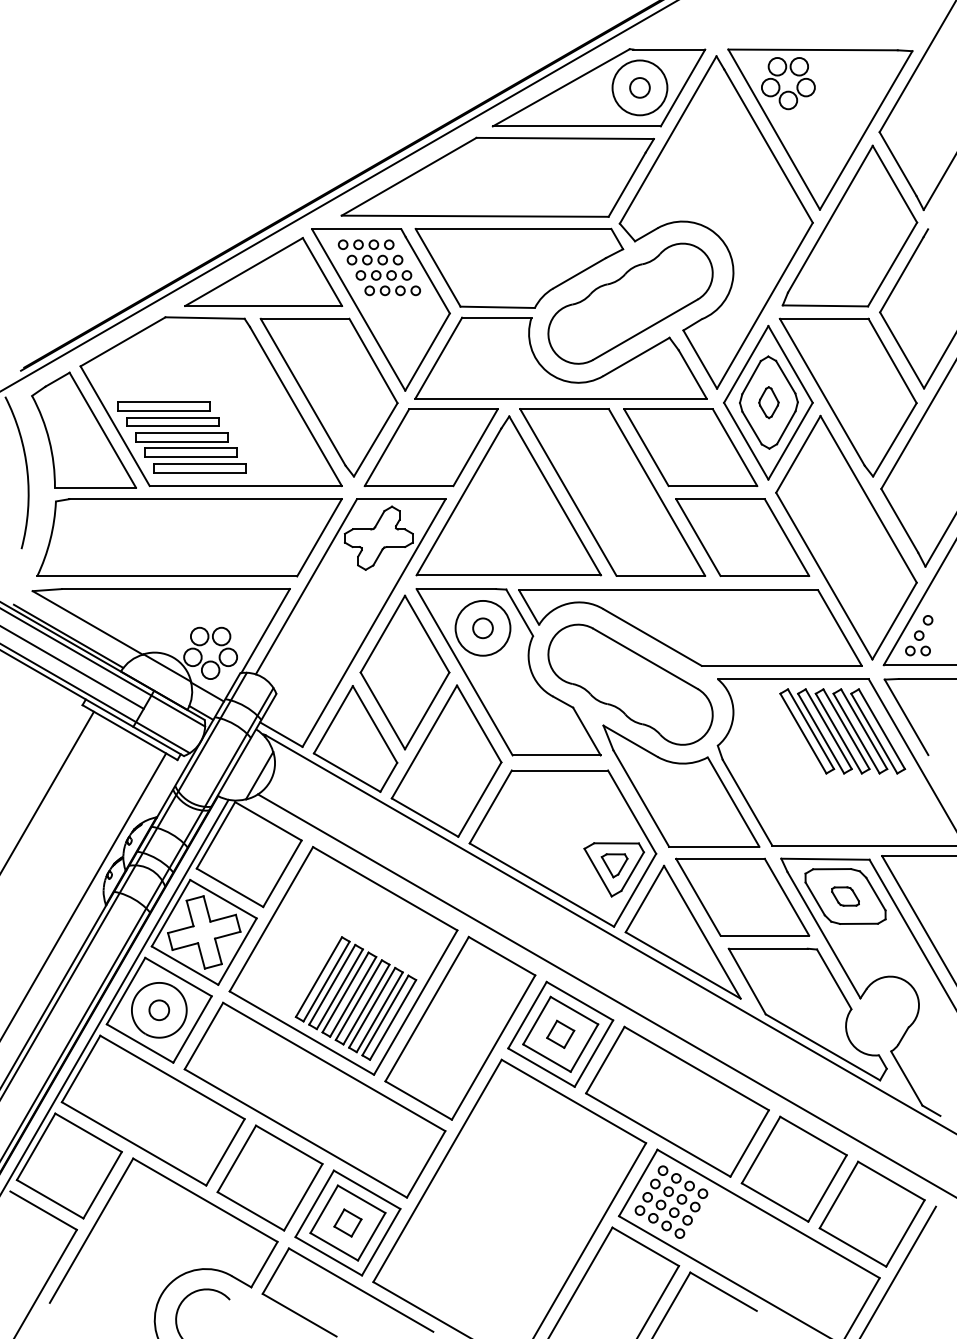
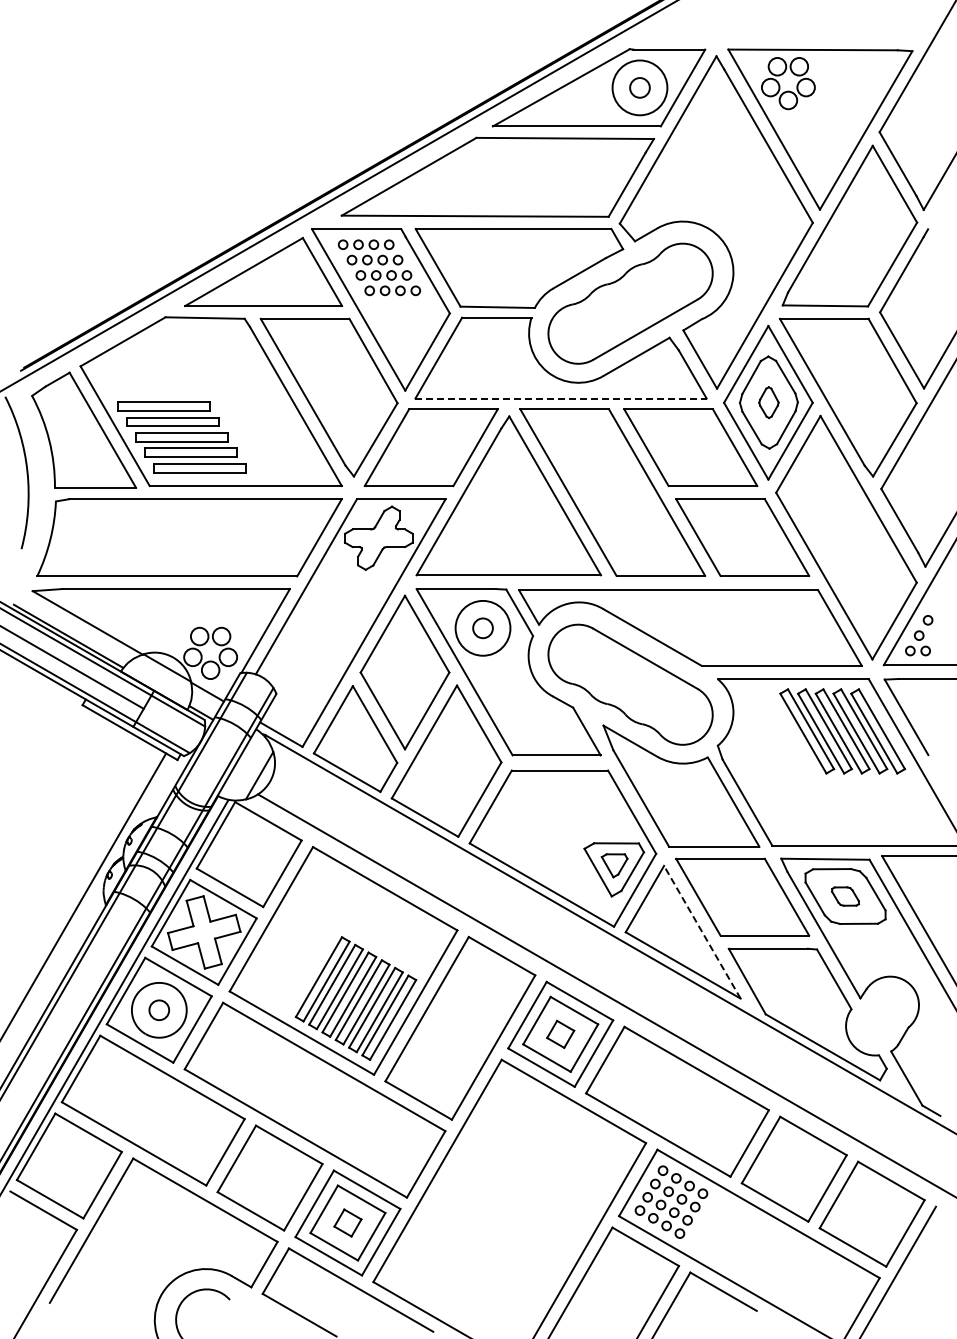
line at (561, 398): solid -> dashed
line at (47, 790): present -> none
line at (702, 932): solid -> dashed
